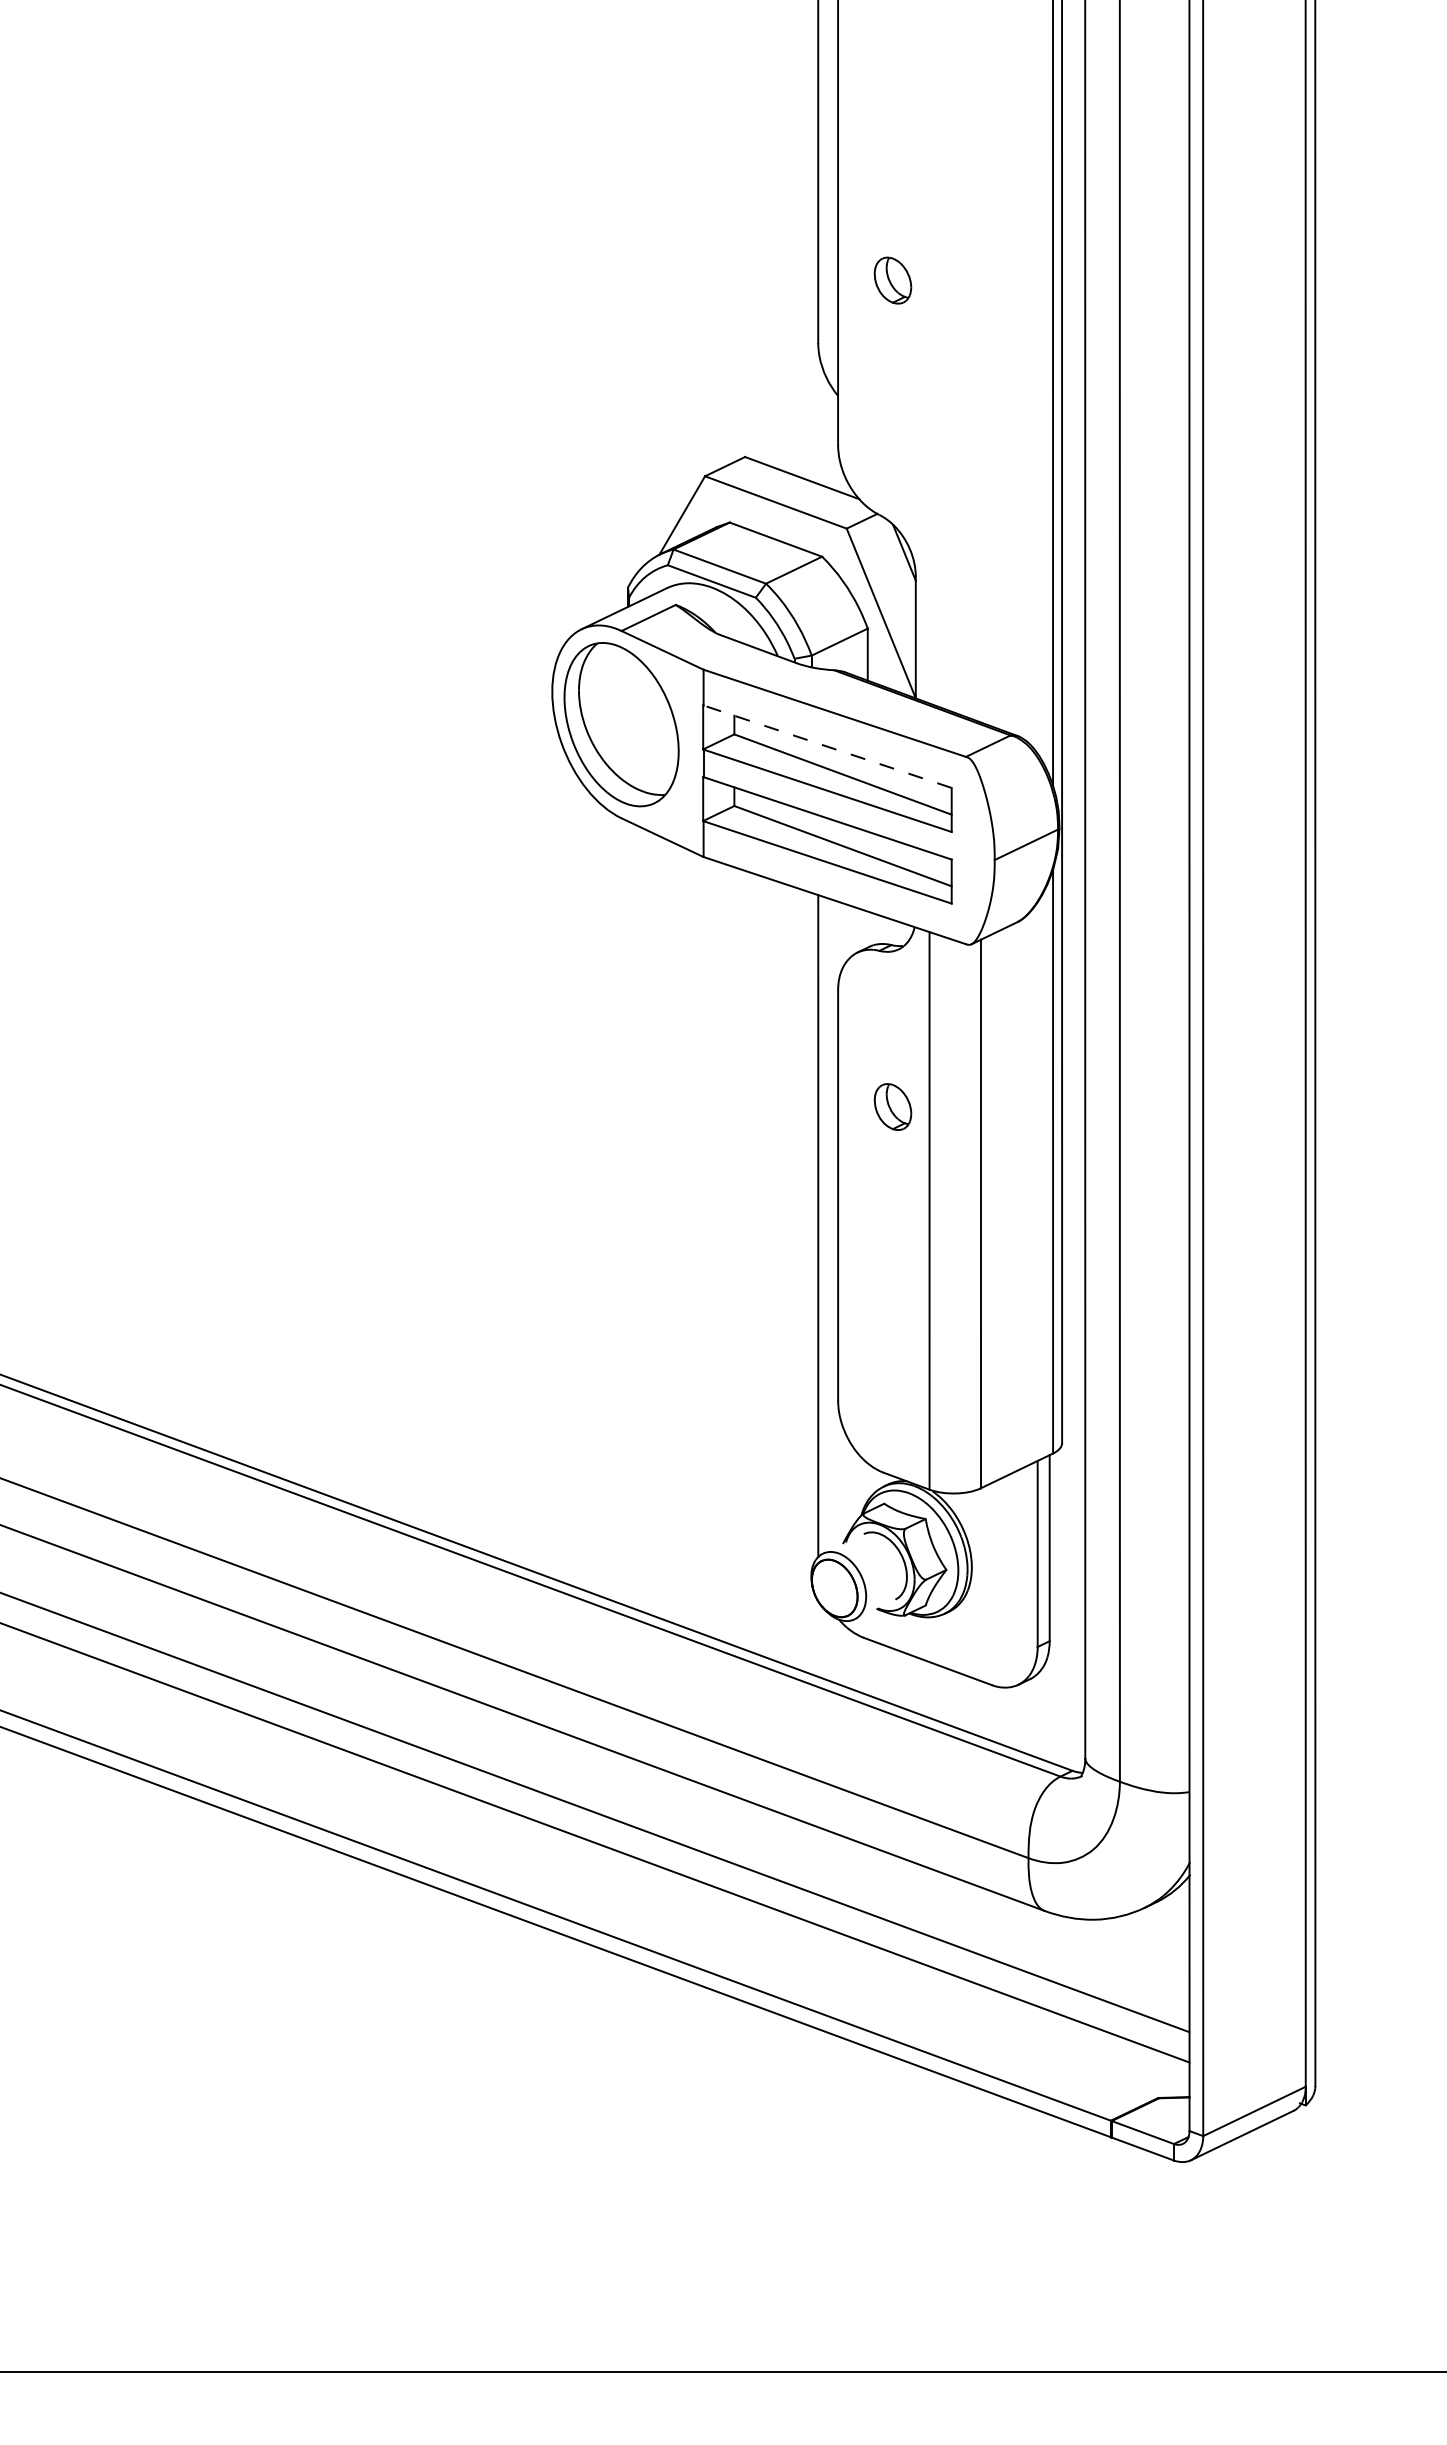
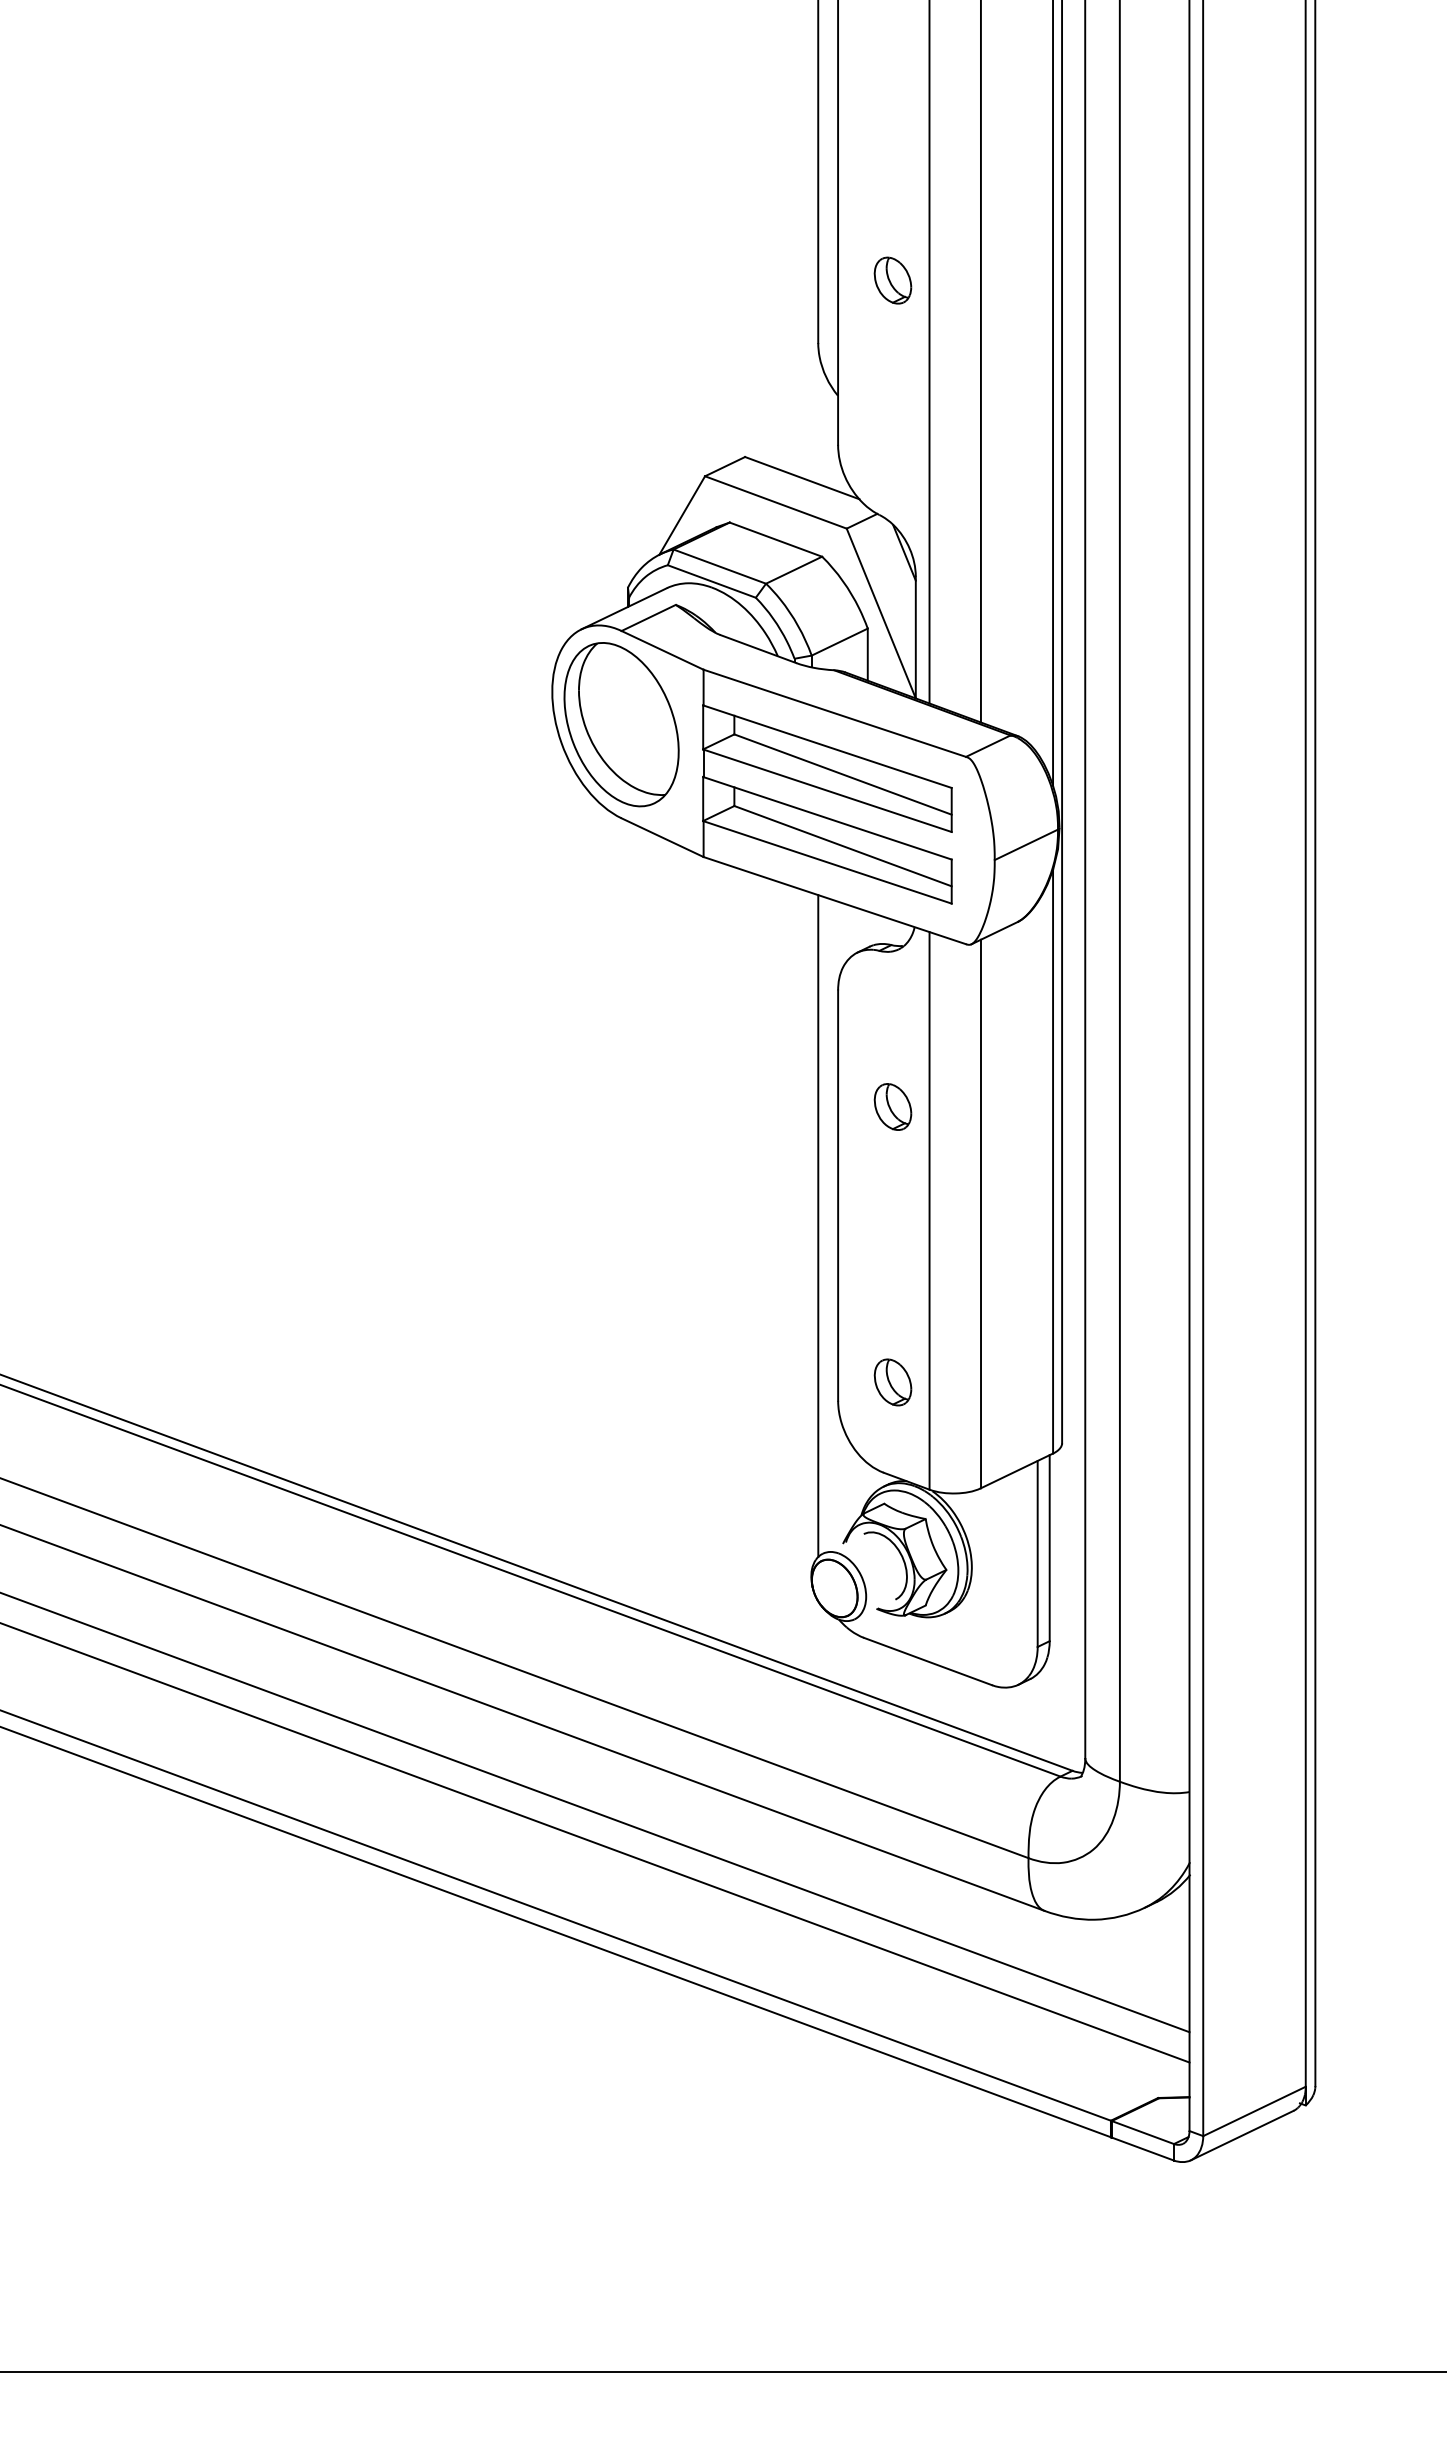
line at (929, 352): none -> present
line at (980, 362): none -> present
line at (827, 746): dashed -> solid
part at (892, 1382): none -> present
